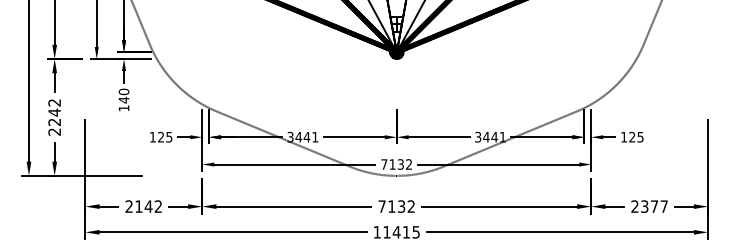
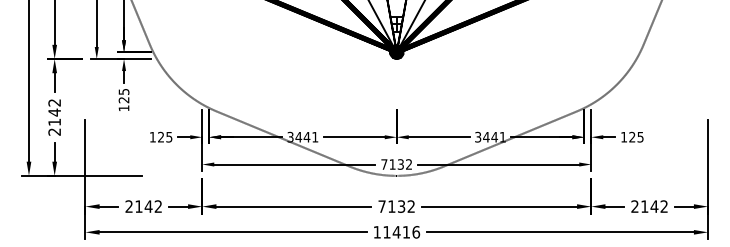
text at (123, 95): 140 -> 125
text at (54, 121): 2242 -> 2142
text at (654, 206): 2377 -> 2142
text at (416, 232): 11415 -> 11416
